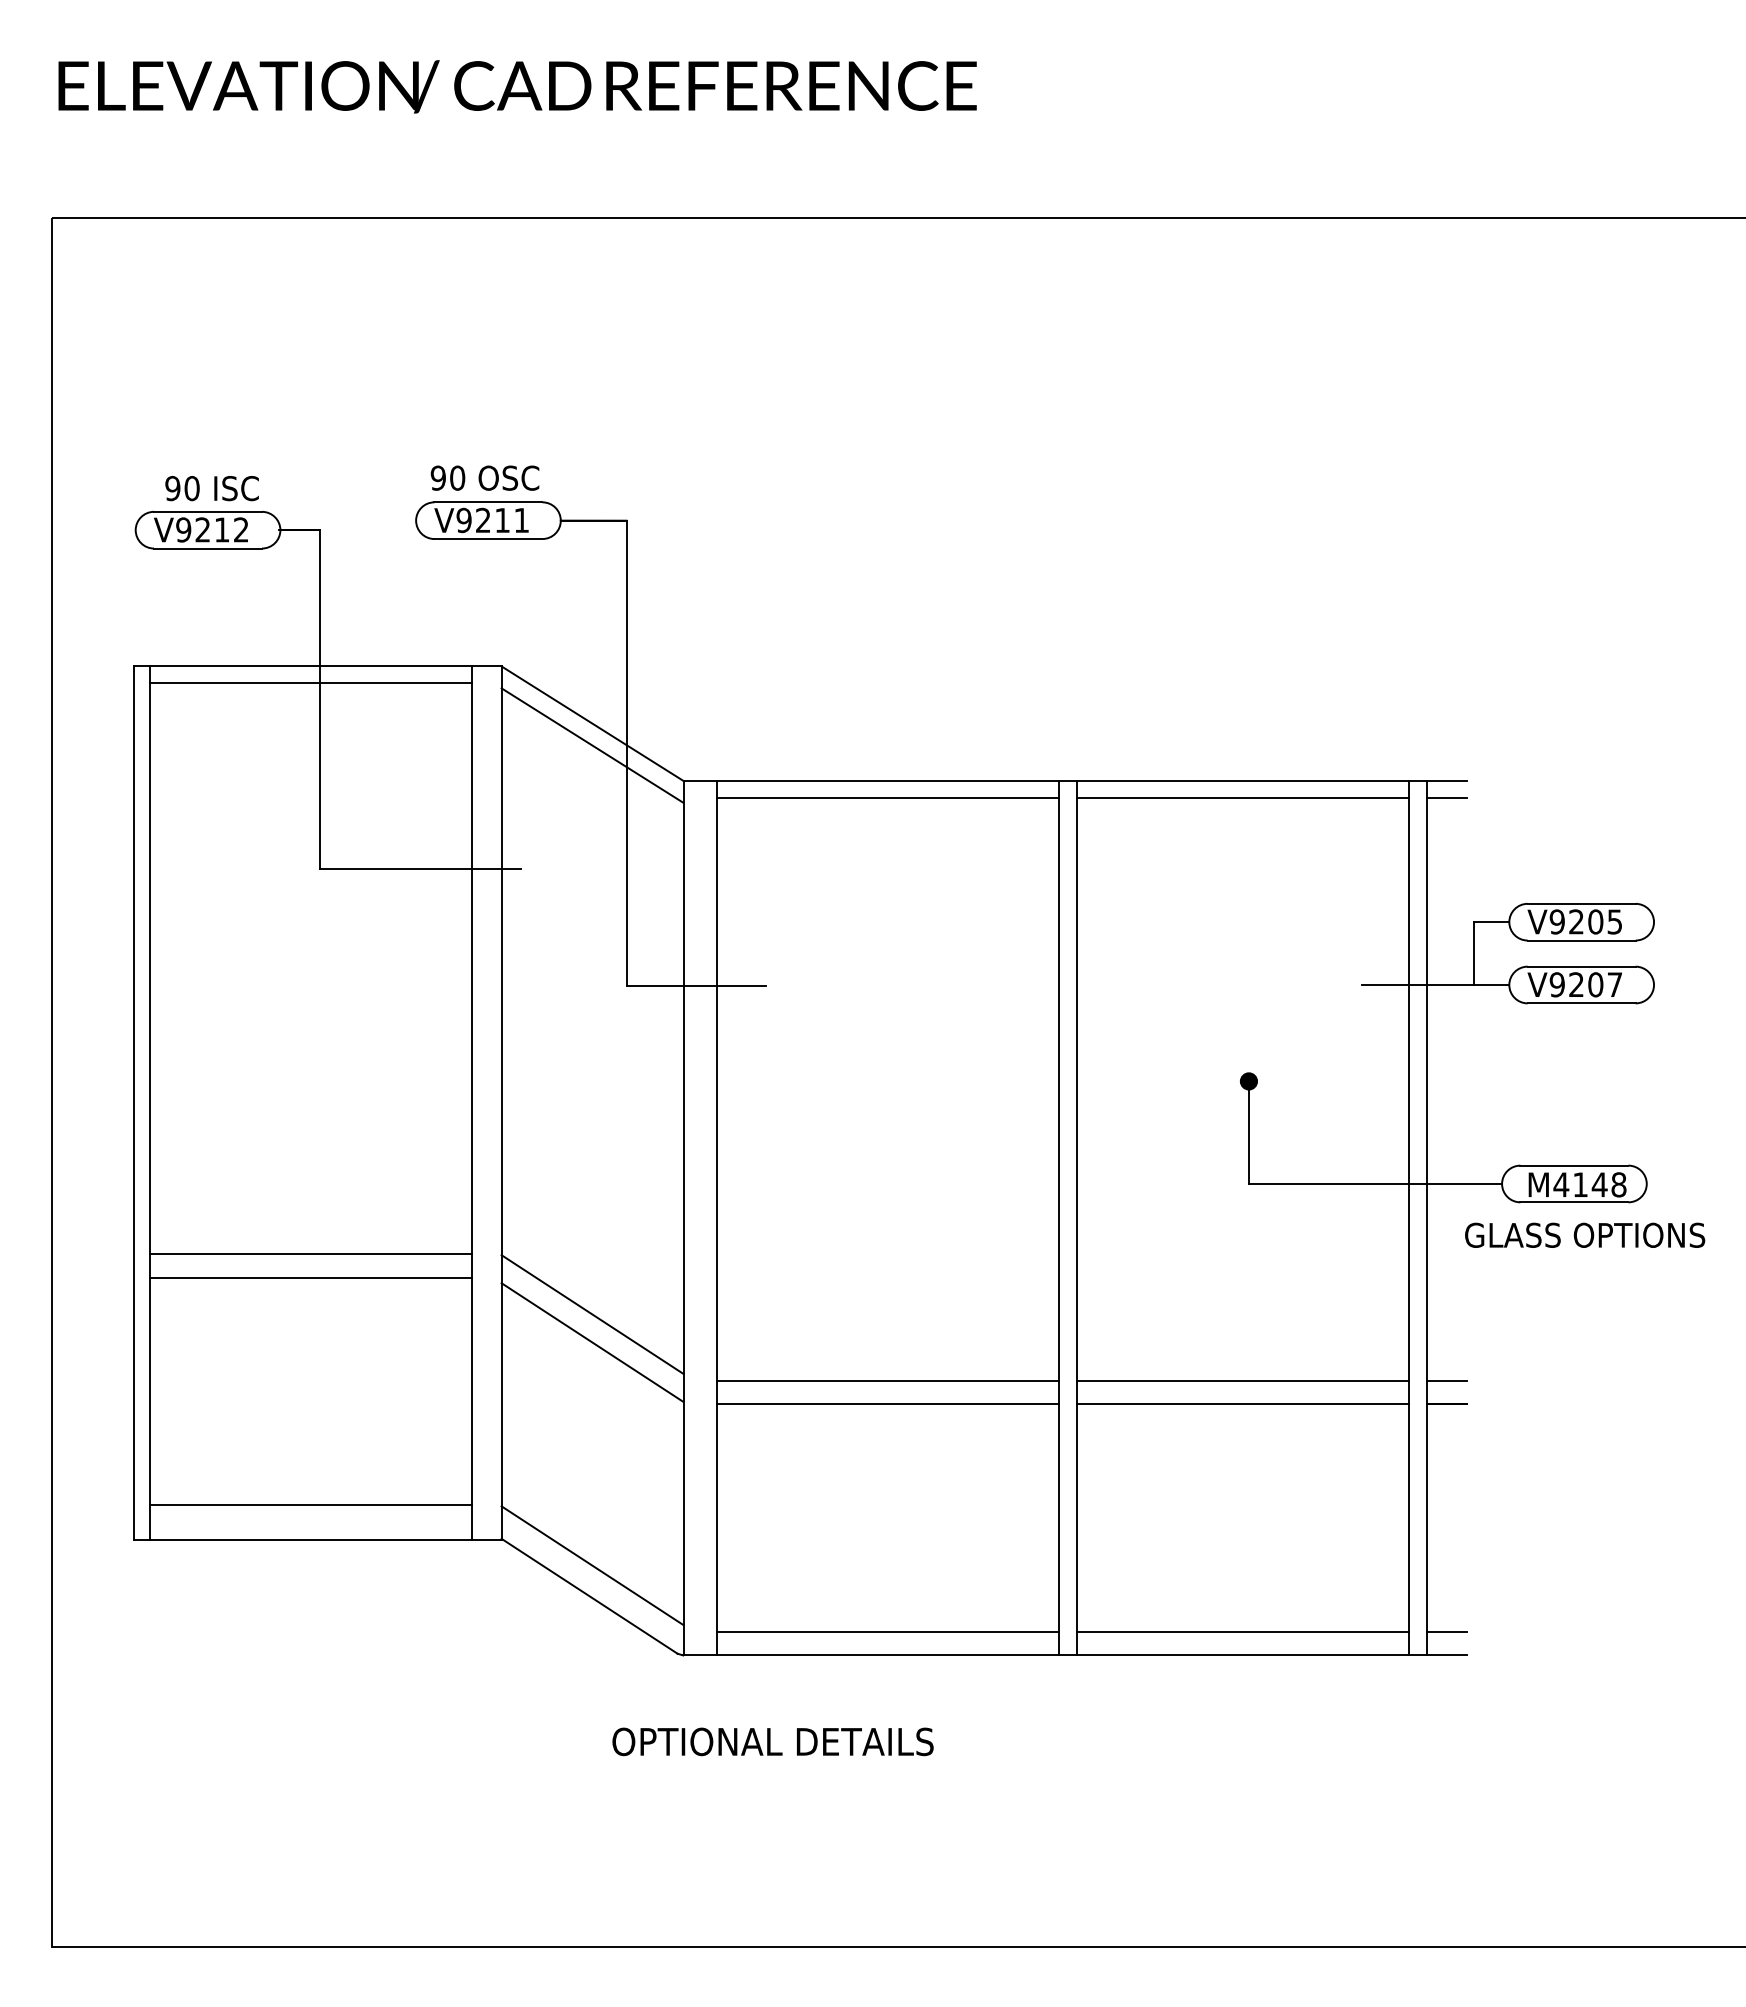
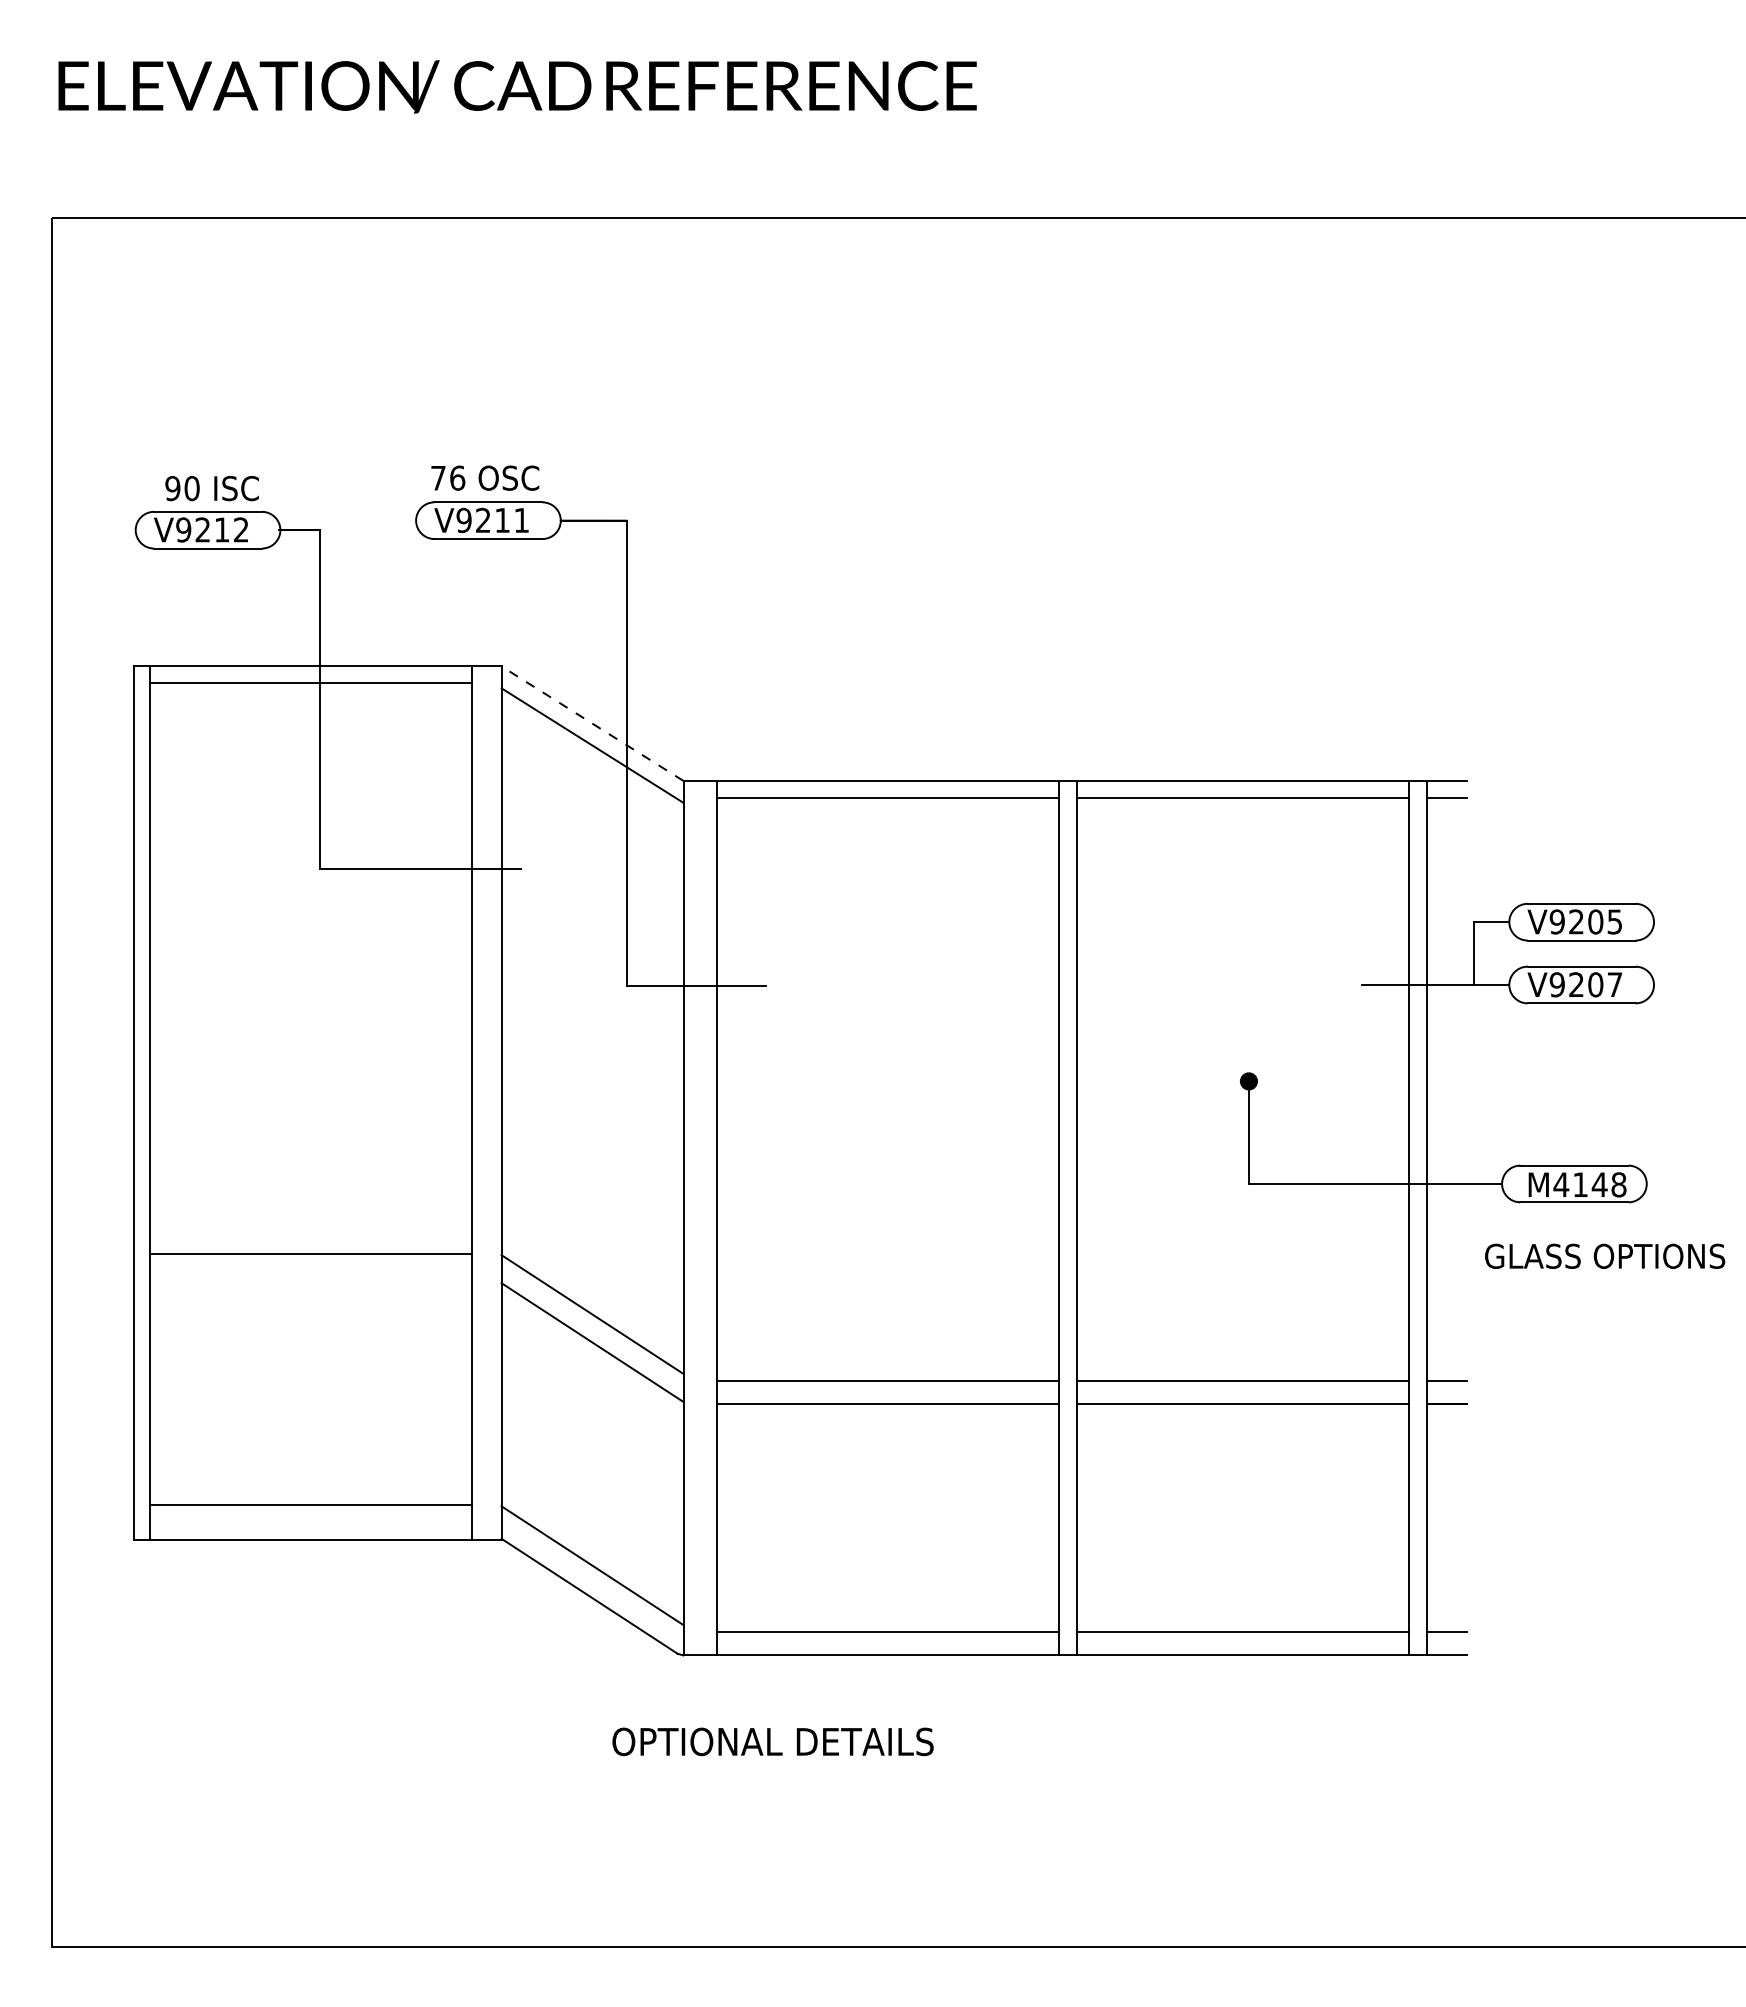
text at (447, 477): 90 -> 76
line at (592, 723): solid -> dashed
text at (1585, 1234) position: (1585, 1234) -> (1605, 1255)
line at (310, 1278): present -> none
